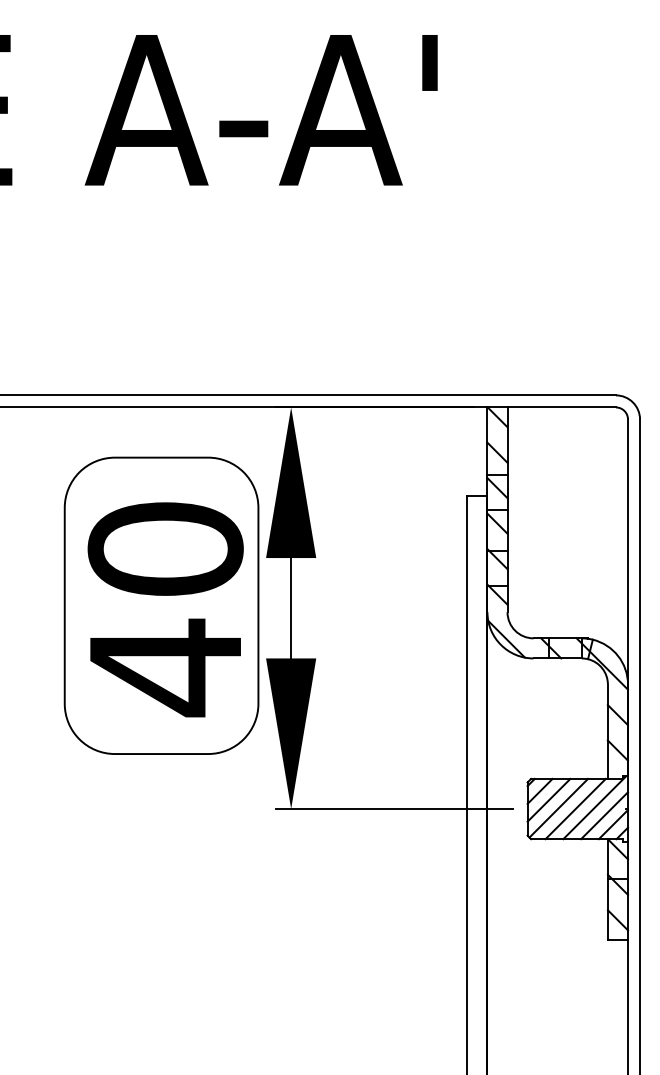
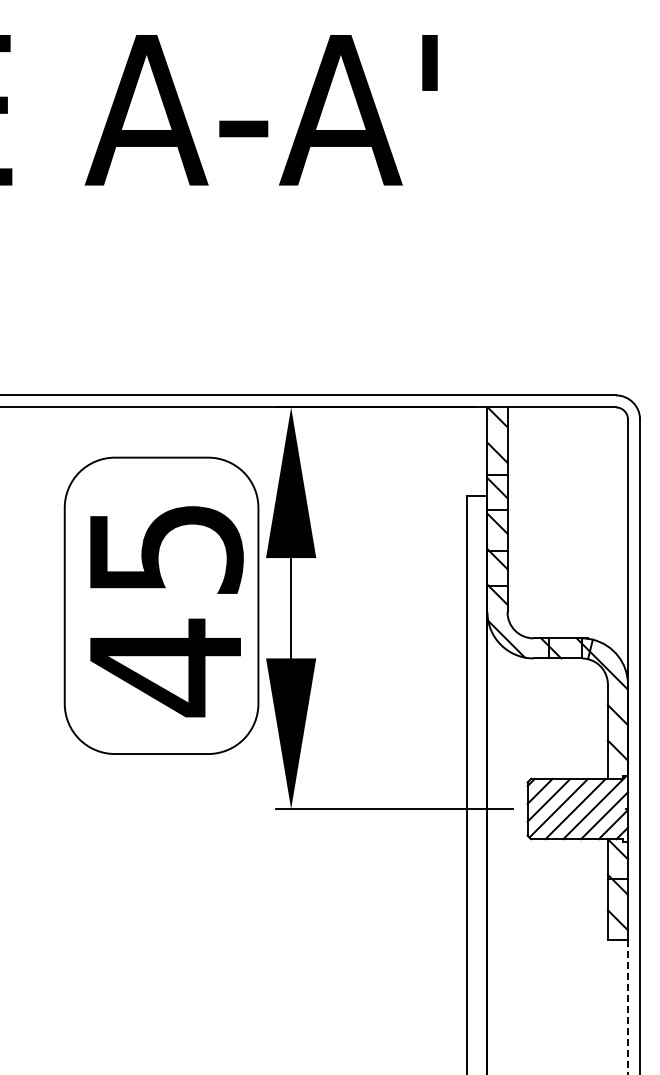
text at (165, 548): 40 -> 45
line at (628, 1007): solid -> dashed
